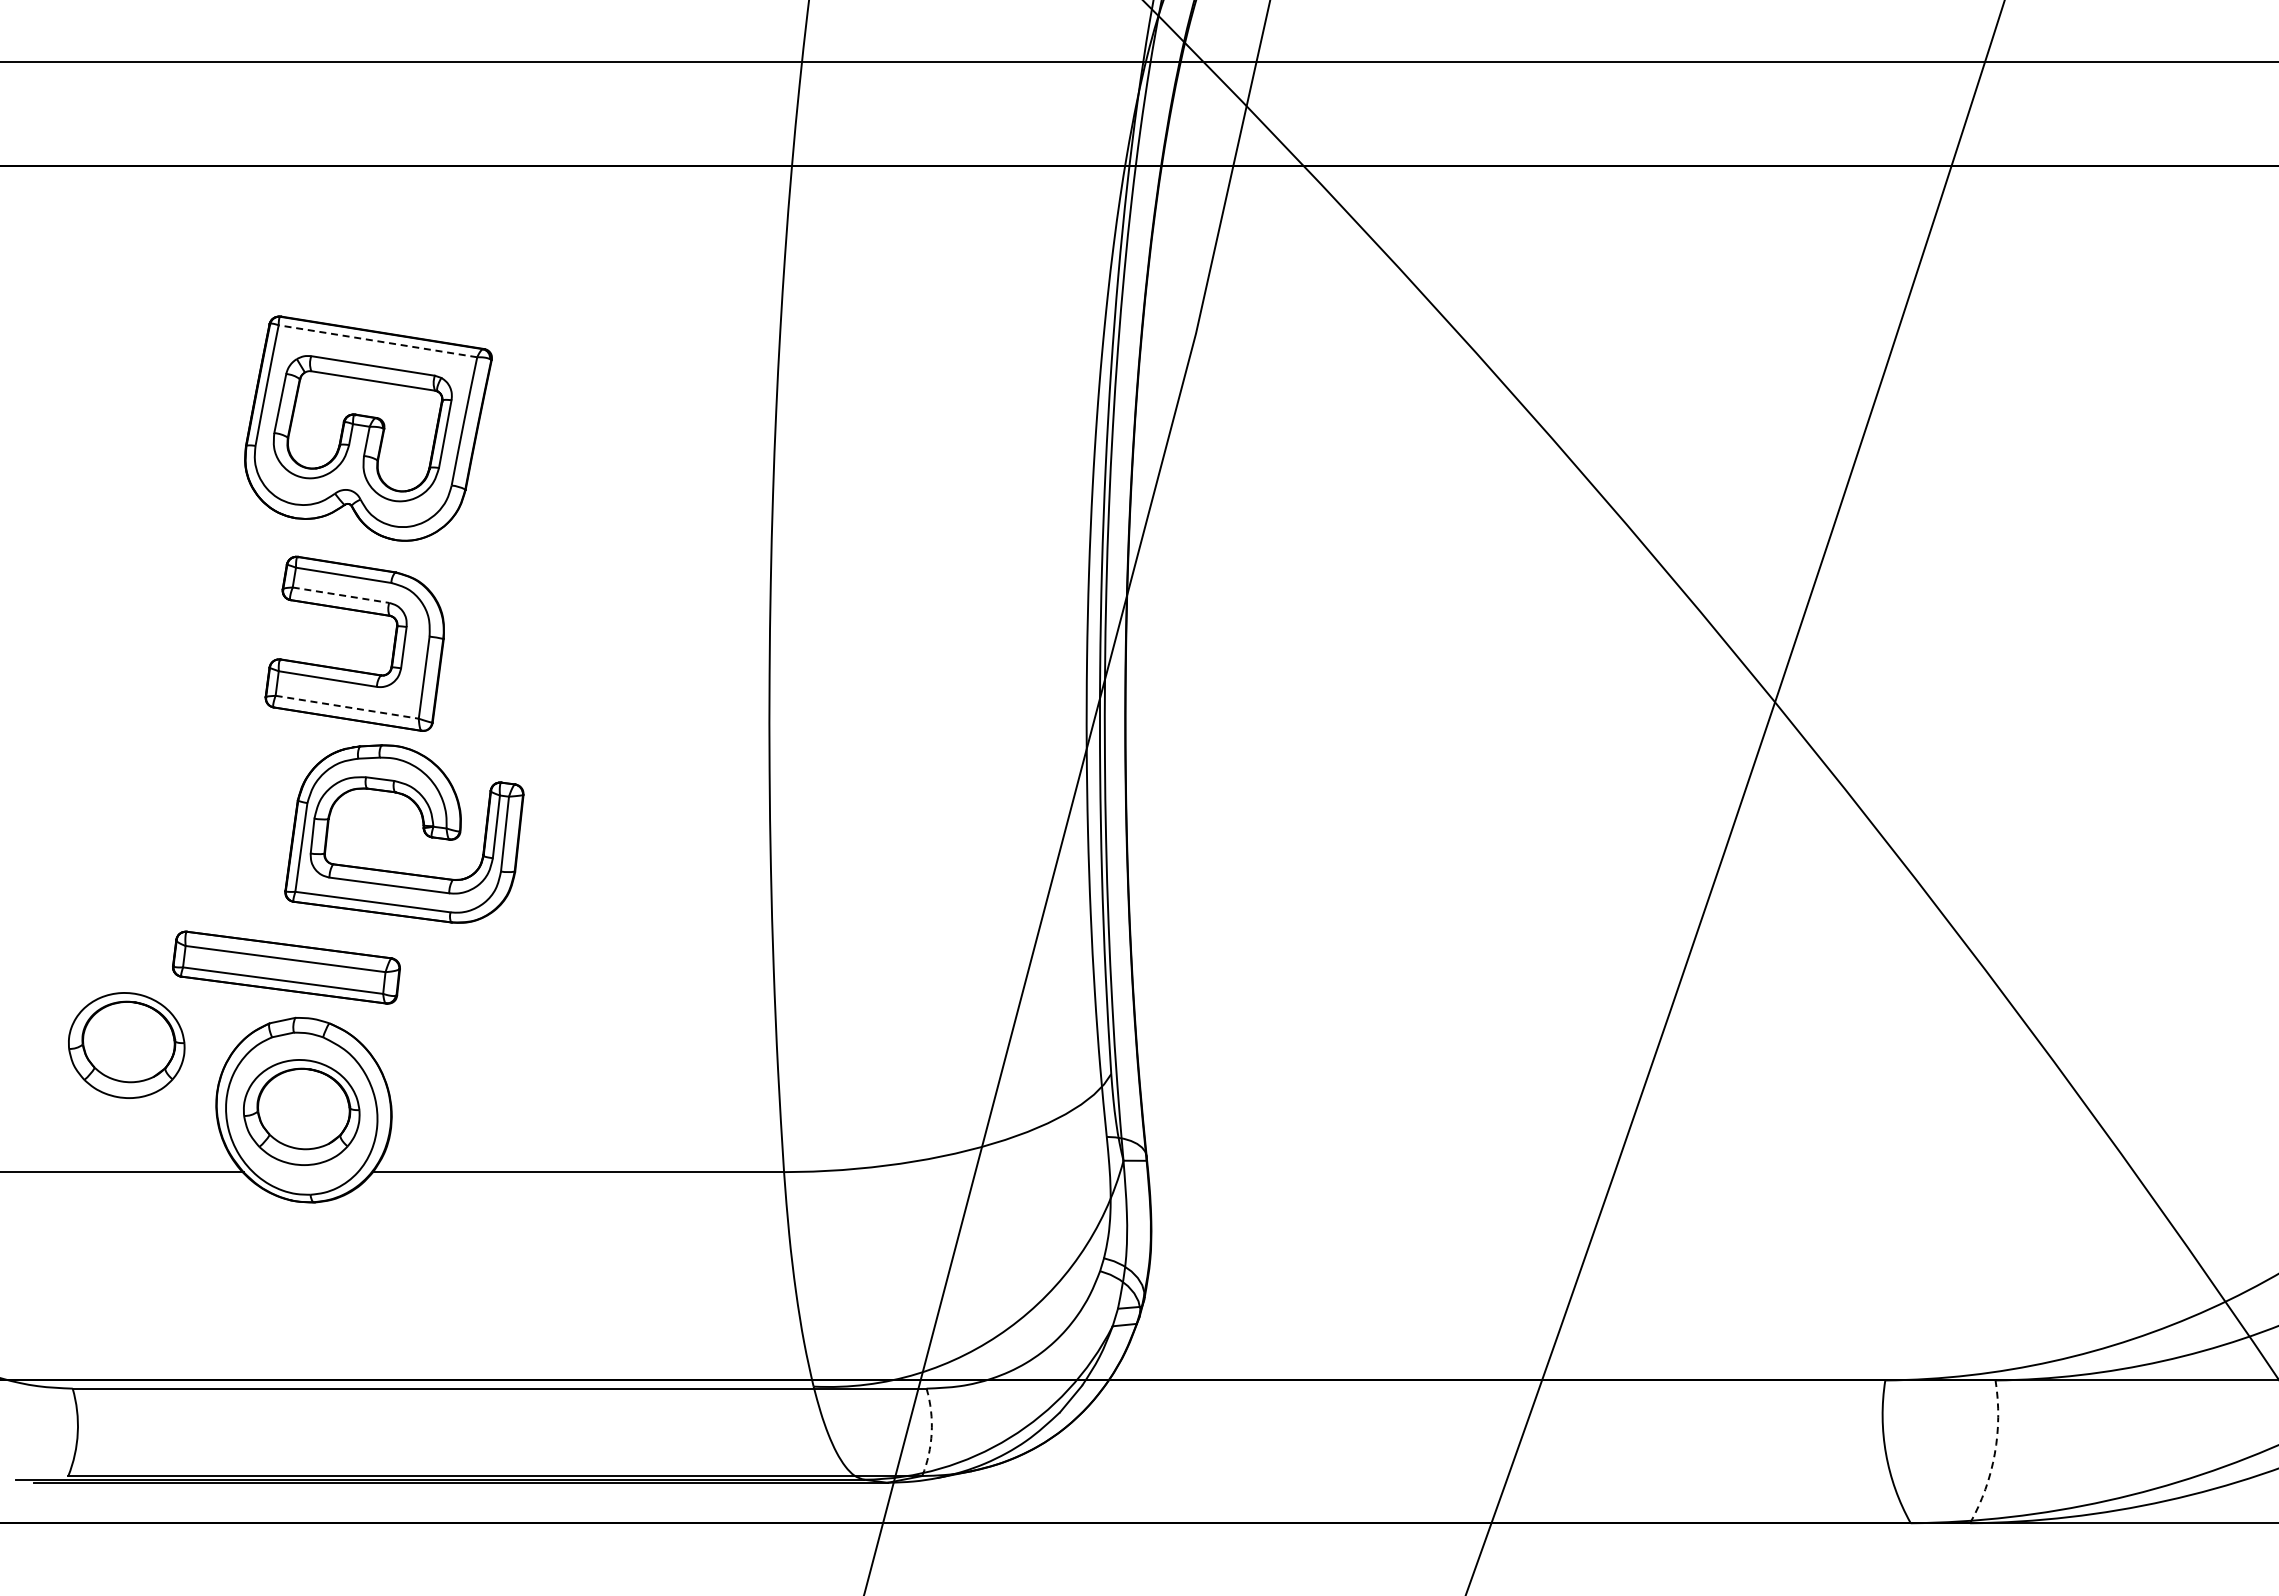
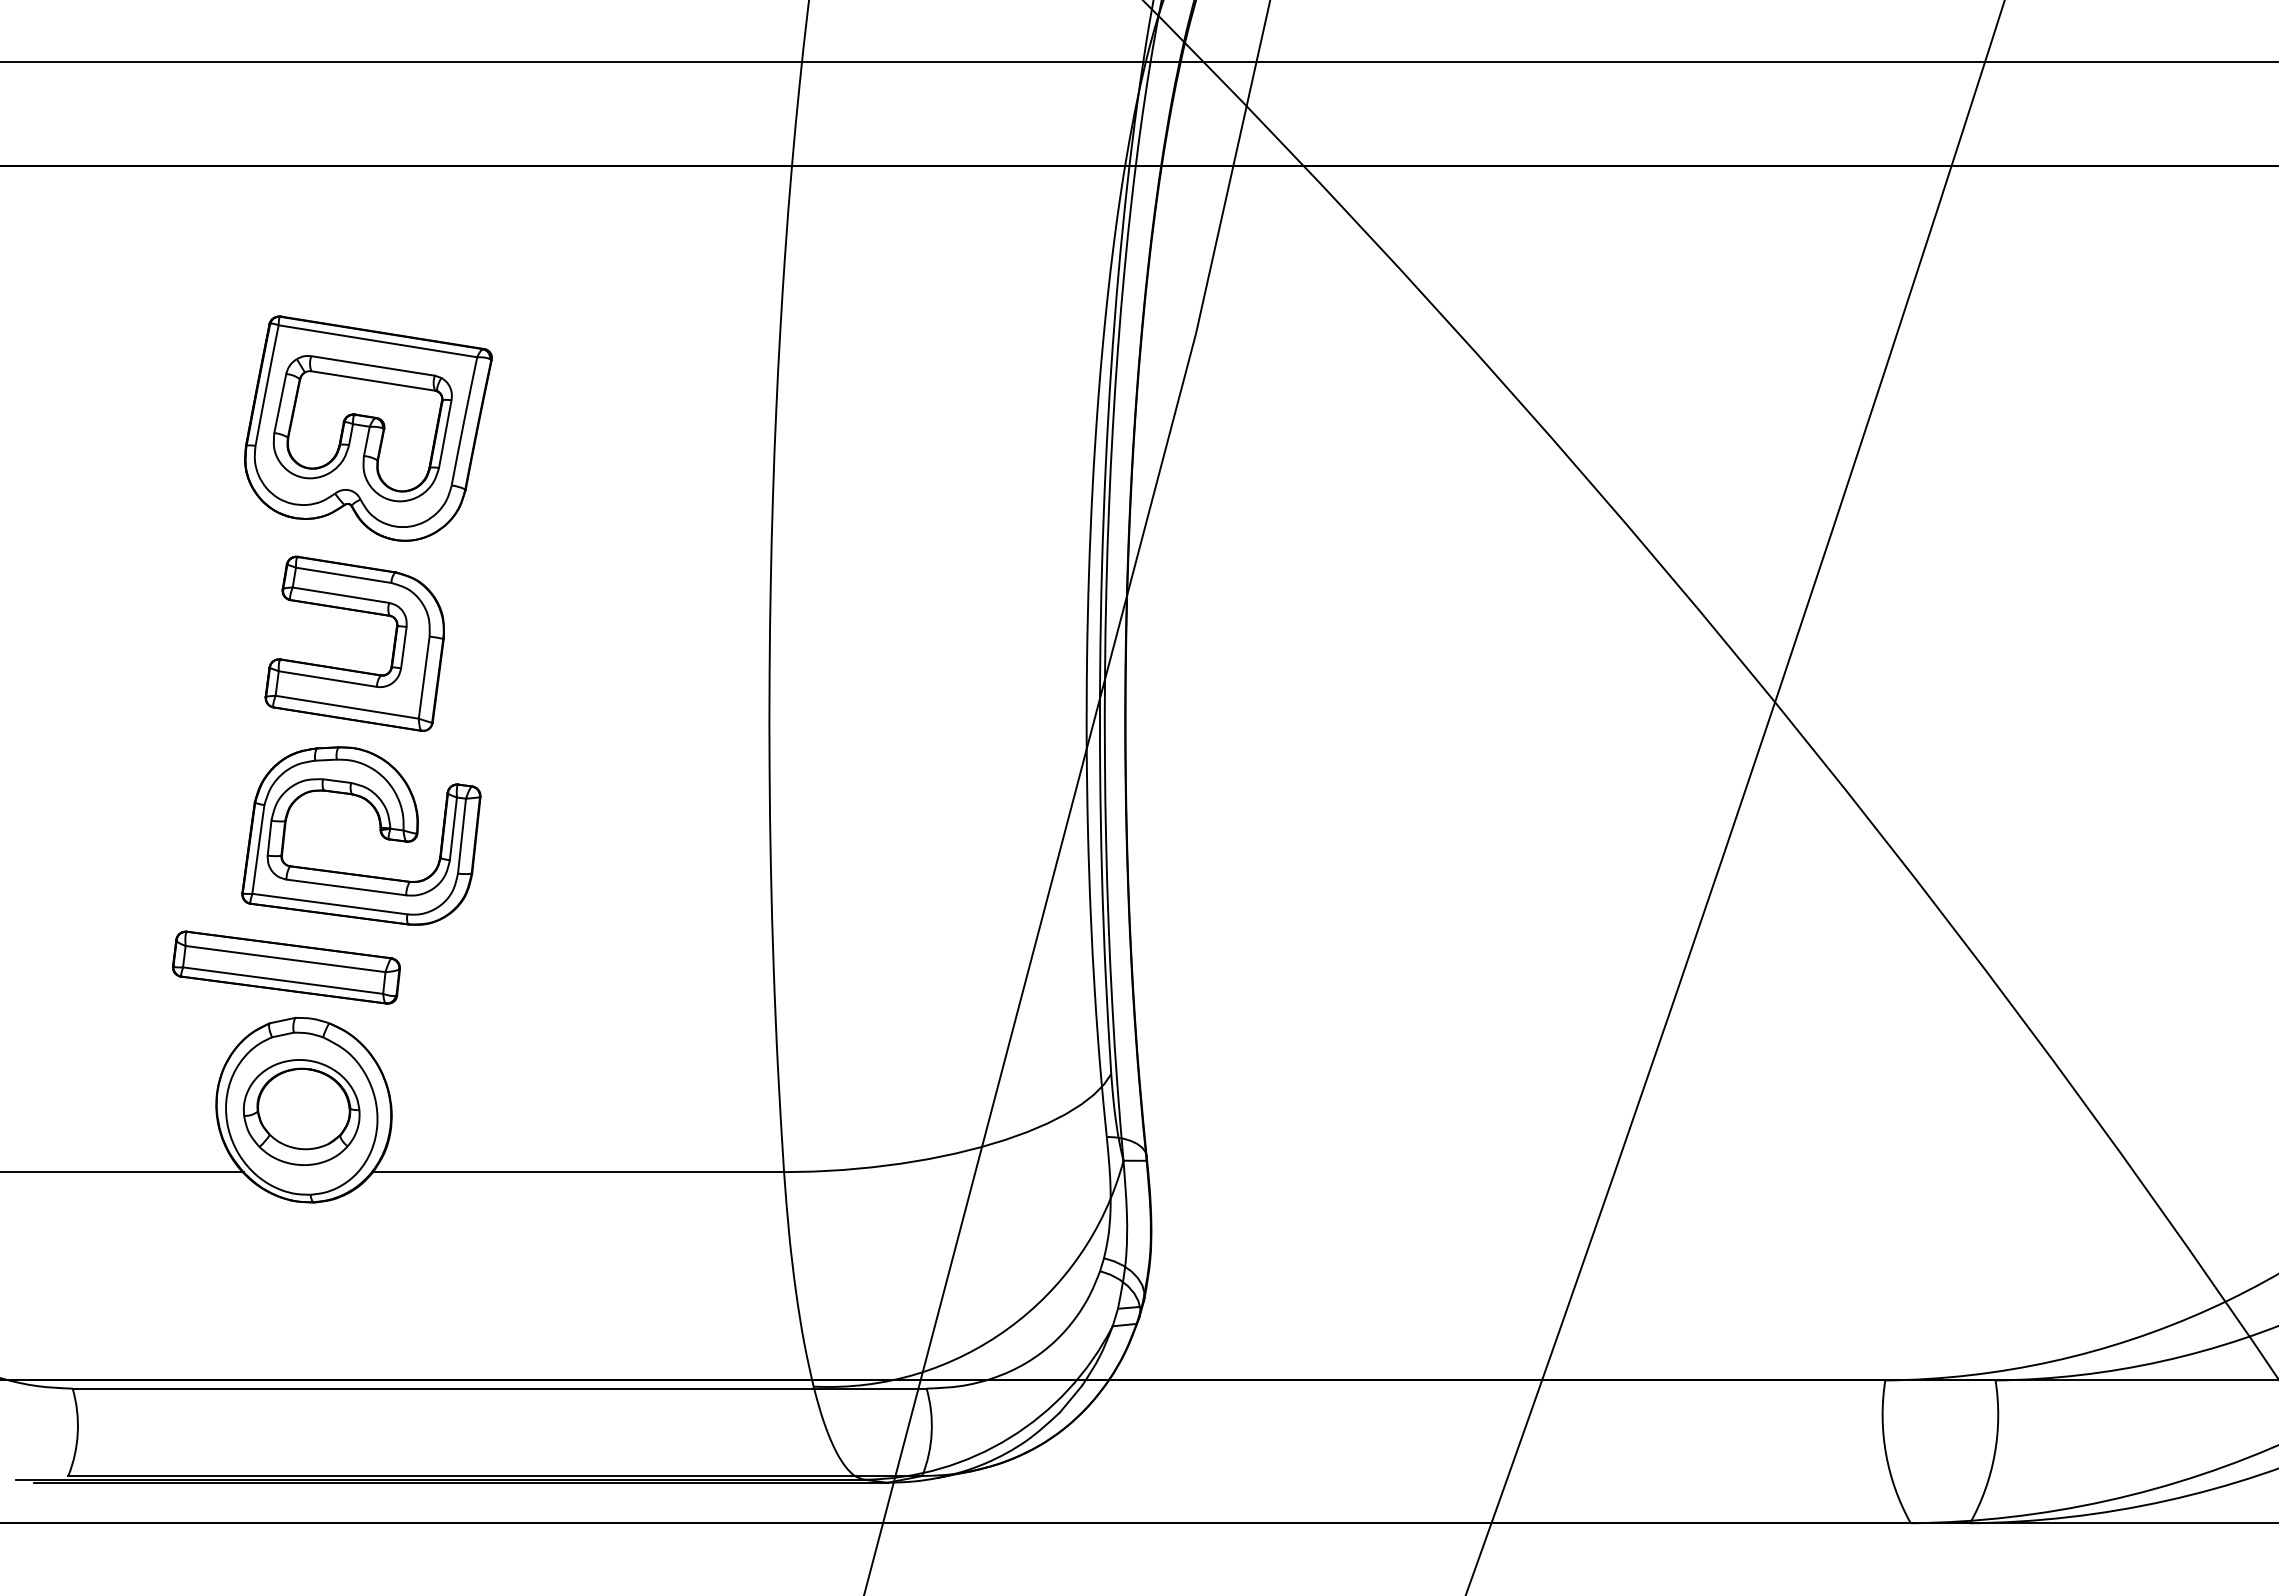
line at (377, 341): dashed -> solid
line at (341, 595): dashed -> solid
line at (347, 707): dashed -> solid
part at (422, 829) position: (422, 829) -> (379, 831)
part at (126, 1045): present -> none
arc at (931, 1432): dashed -> solid
arc at (1994, 1453): dashed -> solid
